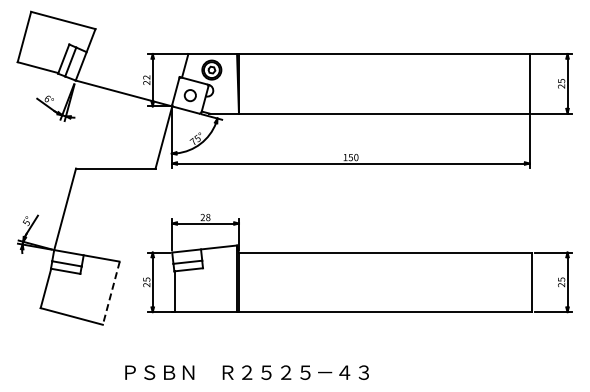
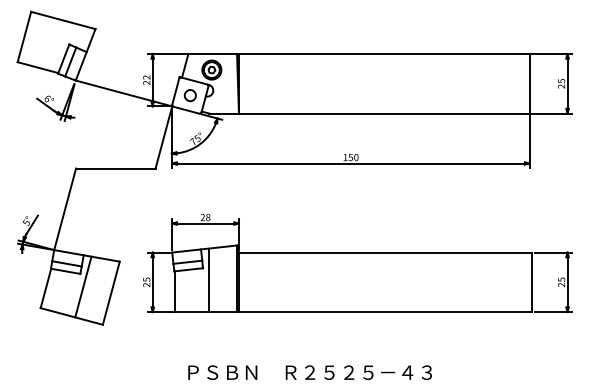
line at (209, 280): none -> present
line at (83, 286): none -> present
line at (111, 293): dashed -> solid
text at (246, 372) position: (246, 372) -> (309, 372)
